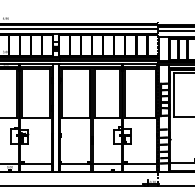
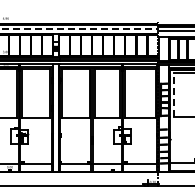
line at (79, 29): solid -> dashed
line at (174, 95): solid -> dashed
